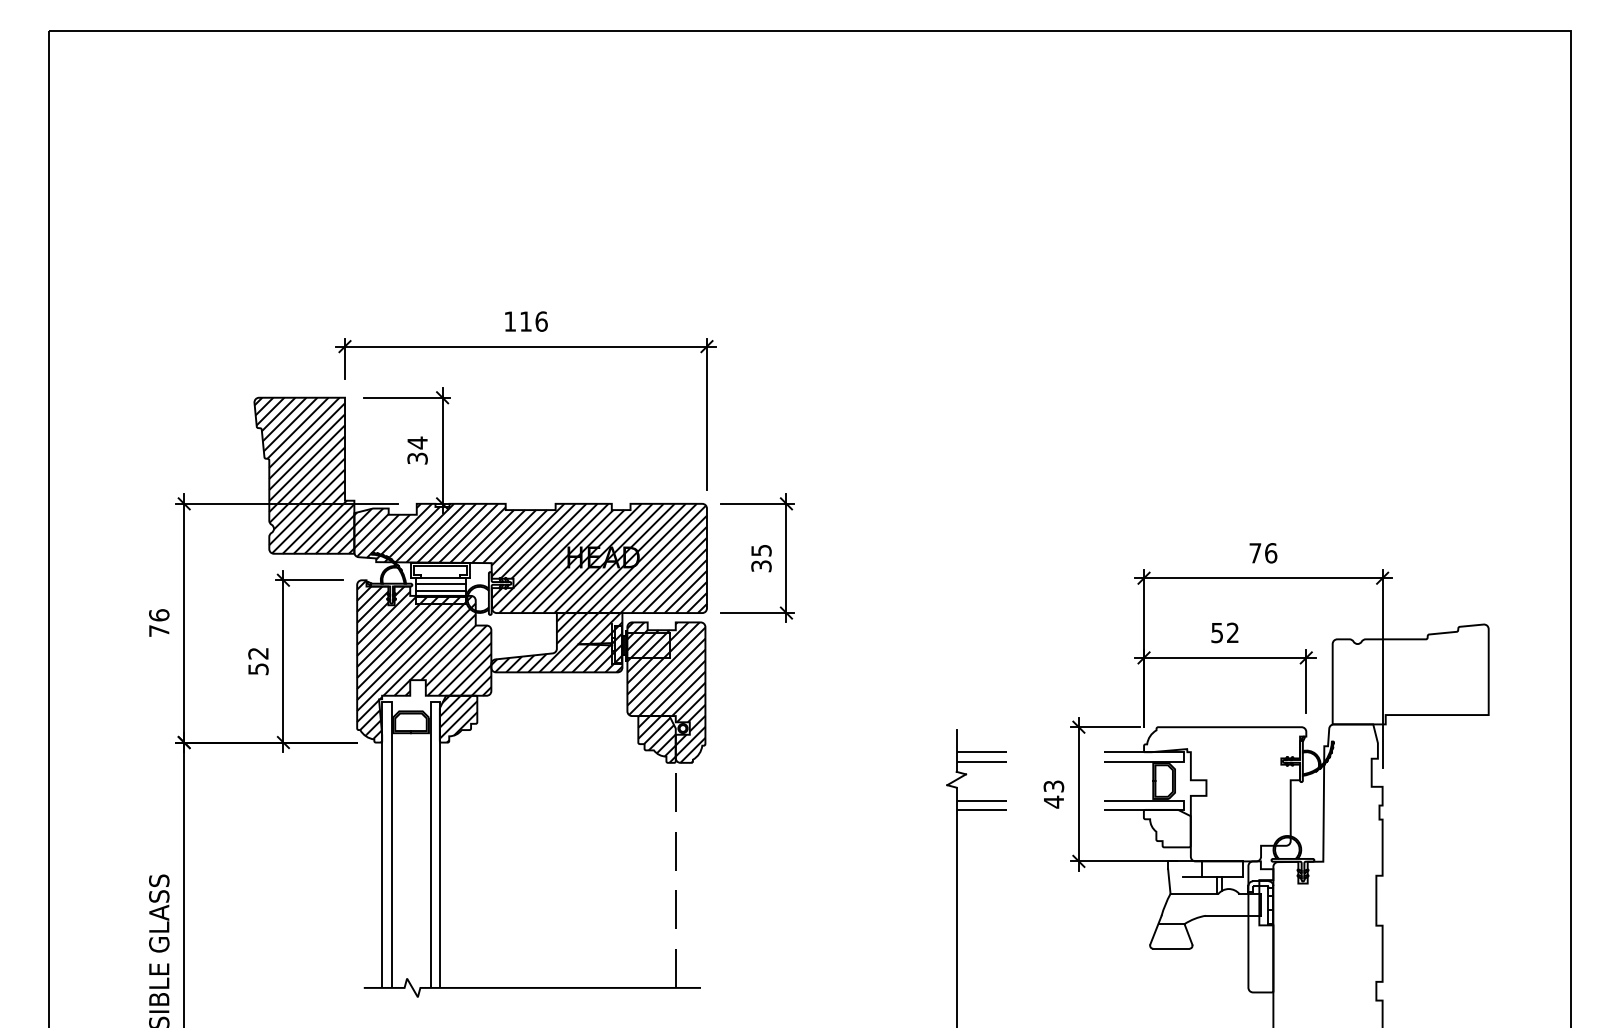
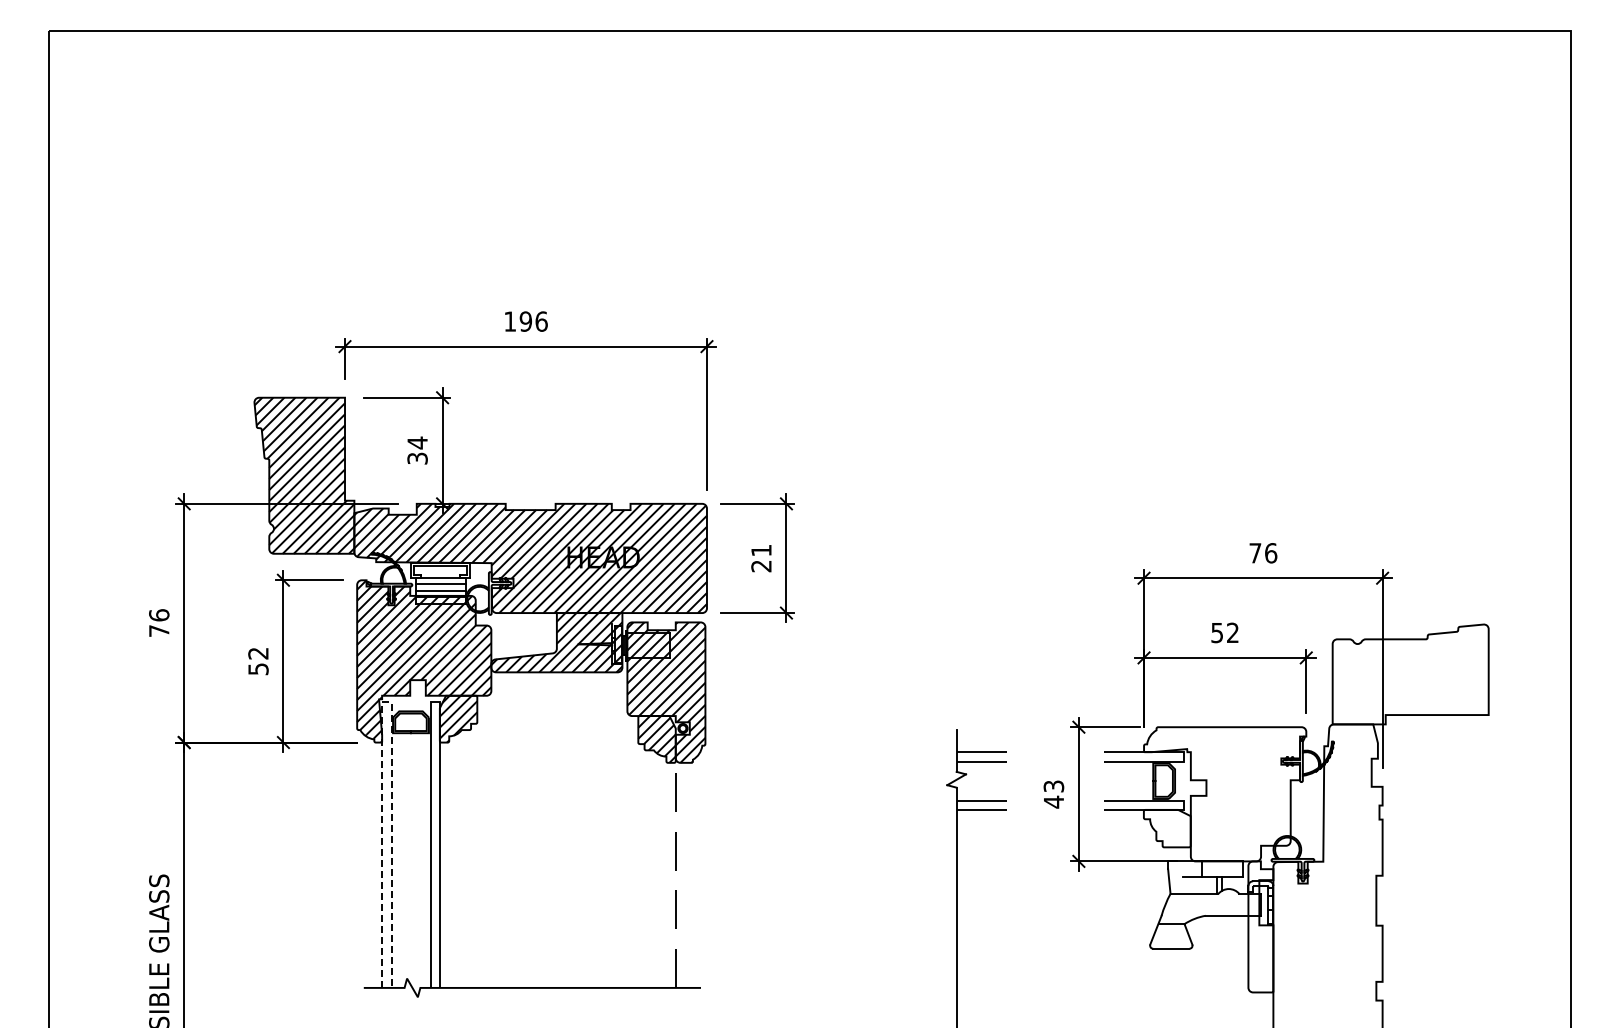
text at (525, 321): 116 -> 196
text at (761, 558): 35 -> 21
line at (386, 702): solid -> dashed
